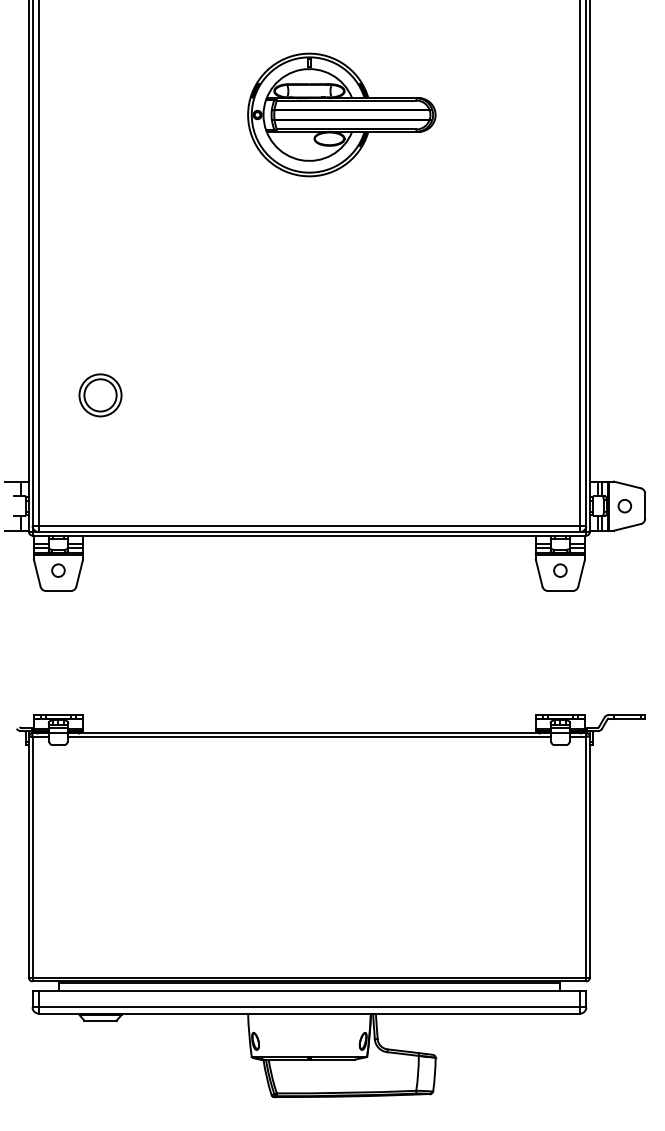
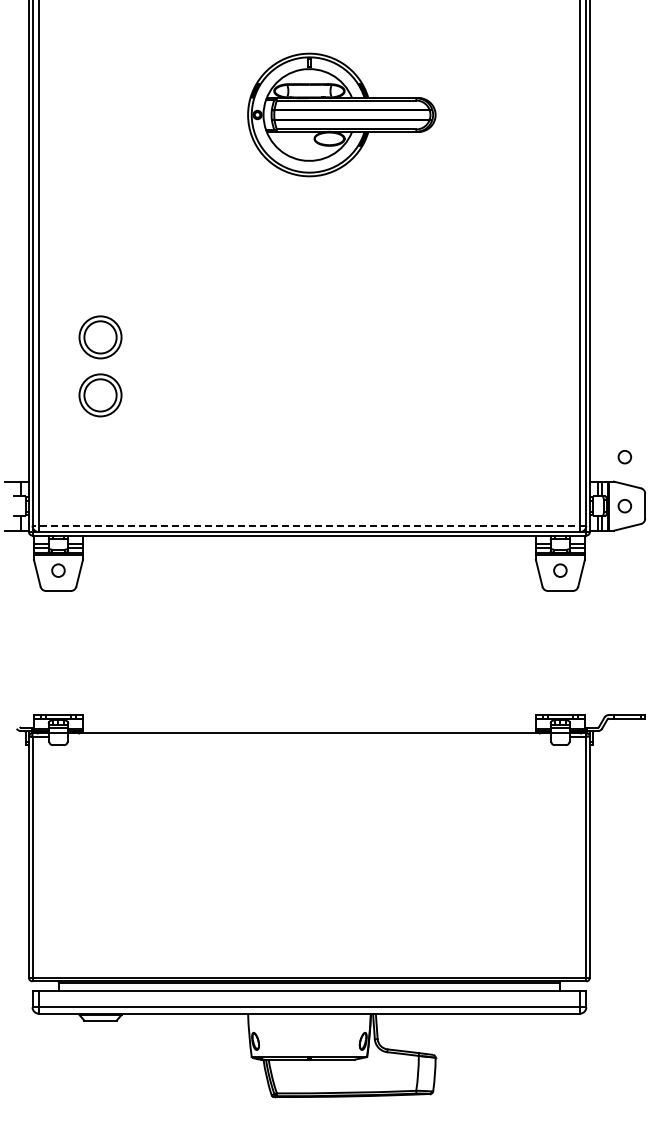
part at (100, 337): none -> present
circle at (624, 457): none -> present
line at (309, 525): solid -> dashed
line at (309, 736): present -> none
